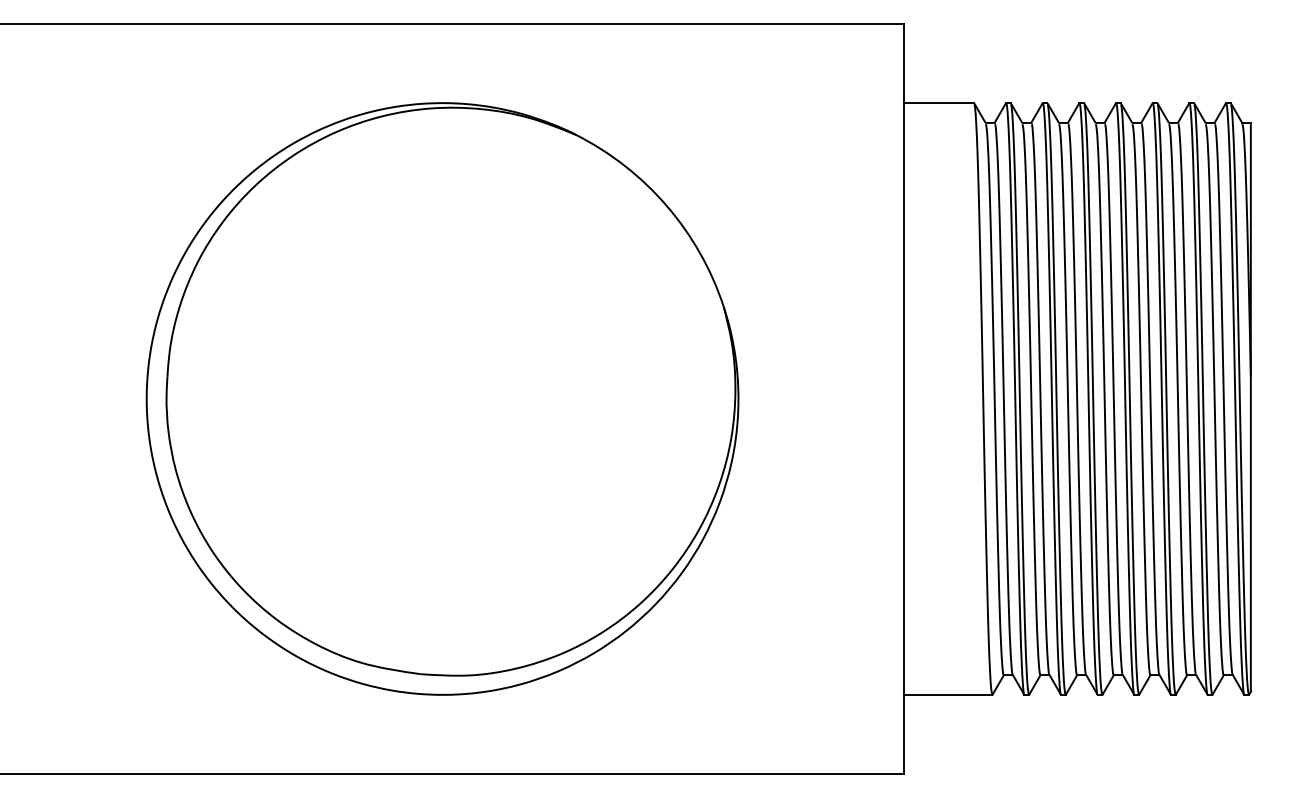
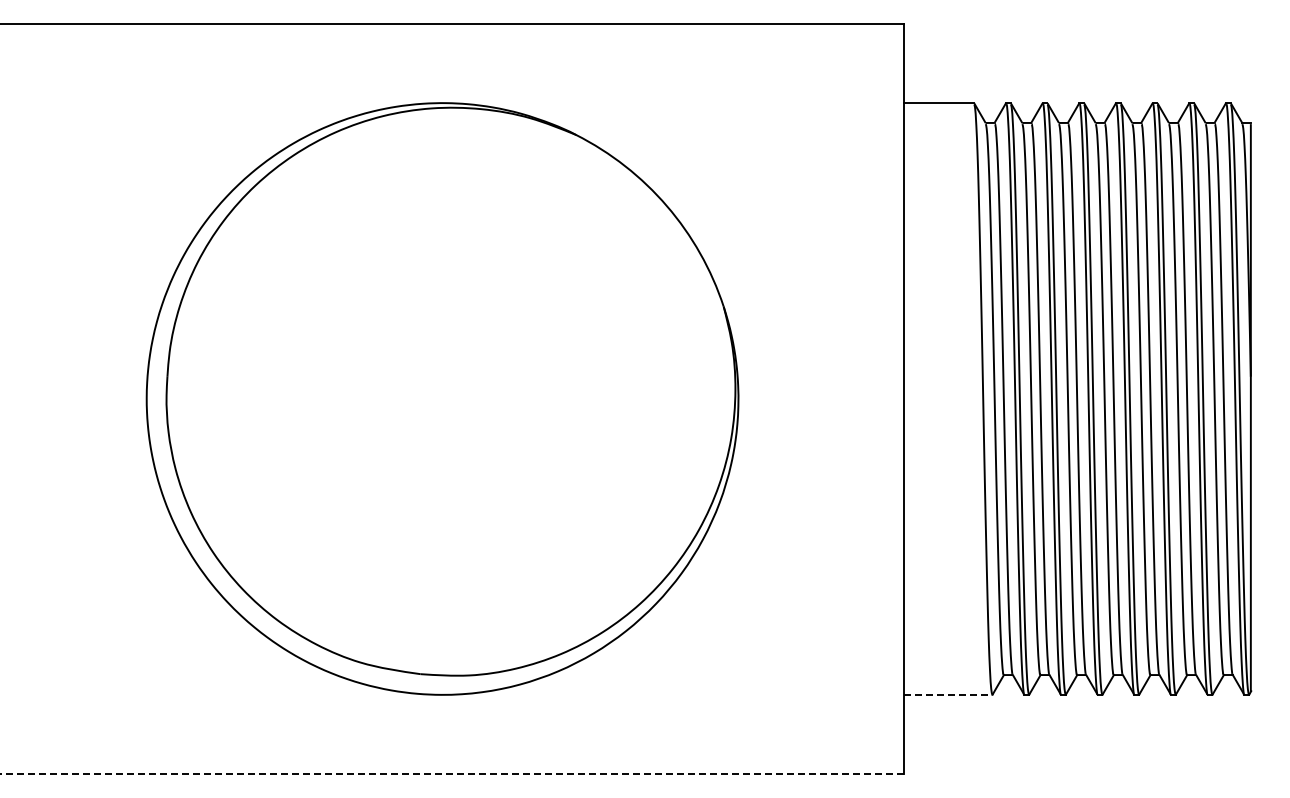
line at (948, 694): solid -> dashed
line at (452, 774): solid -> dashed
